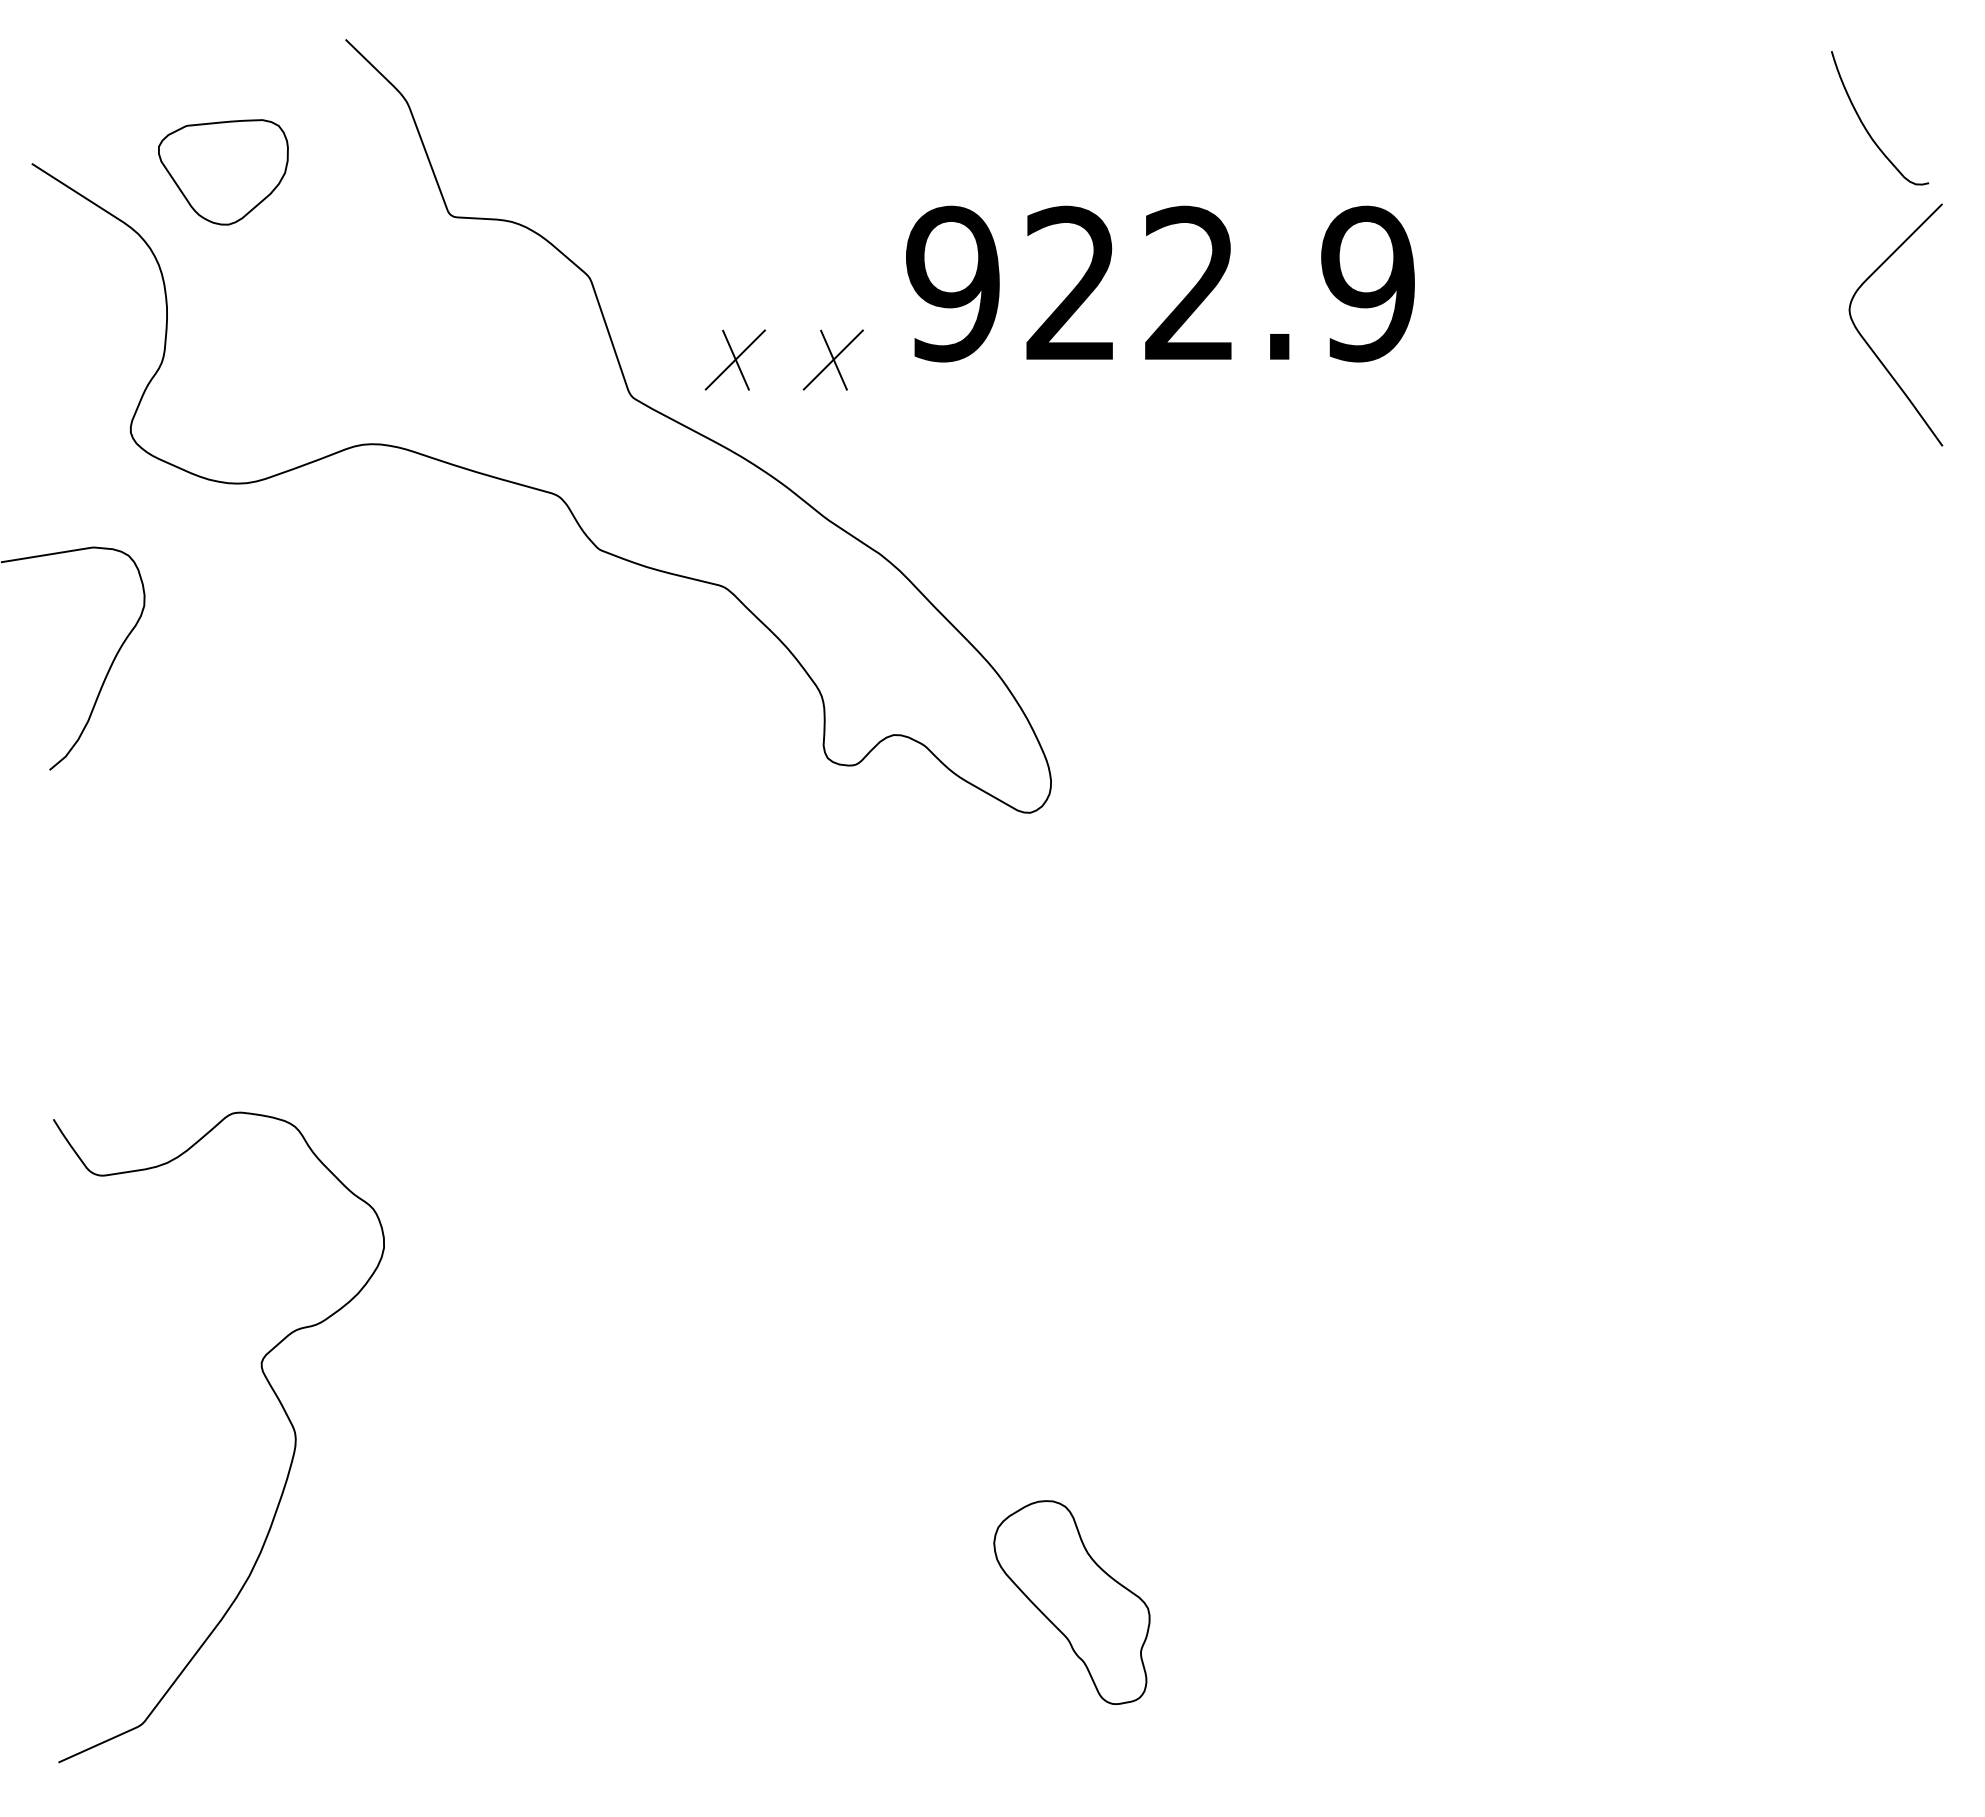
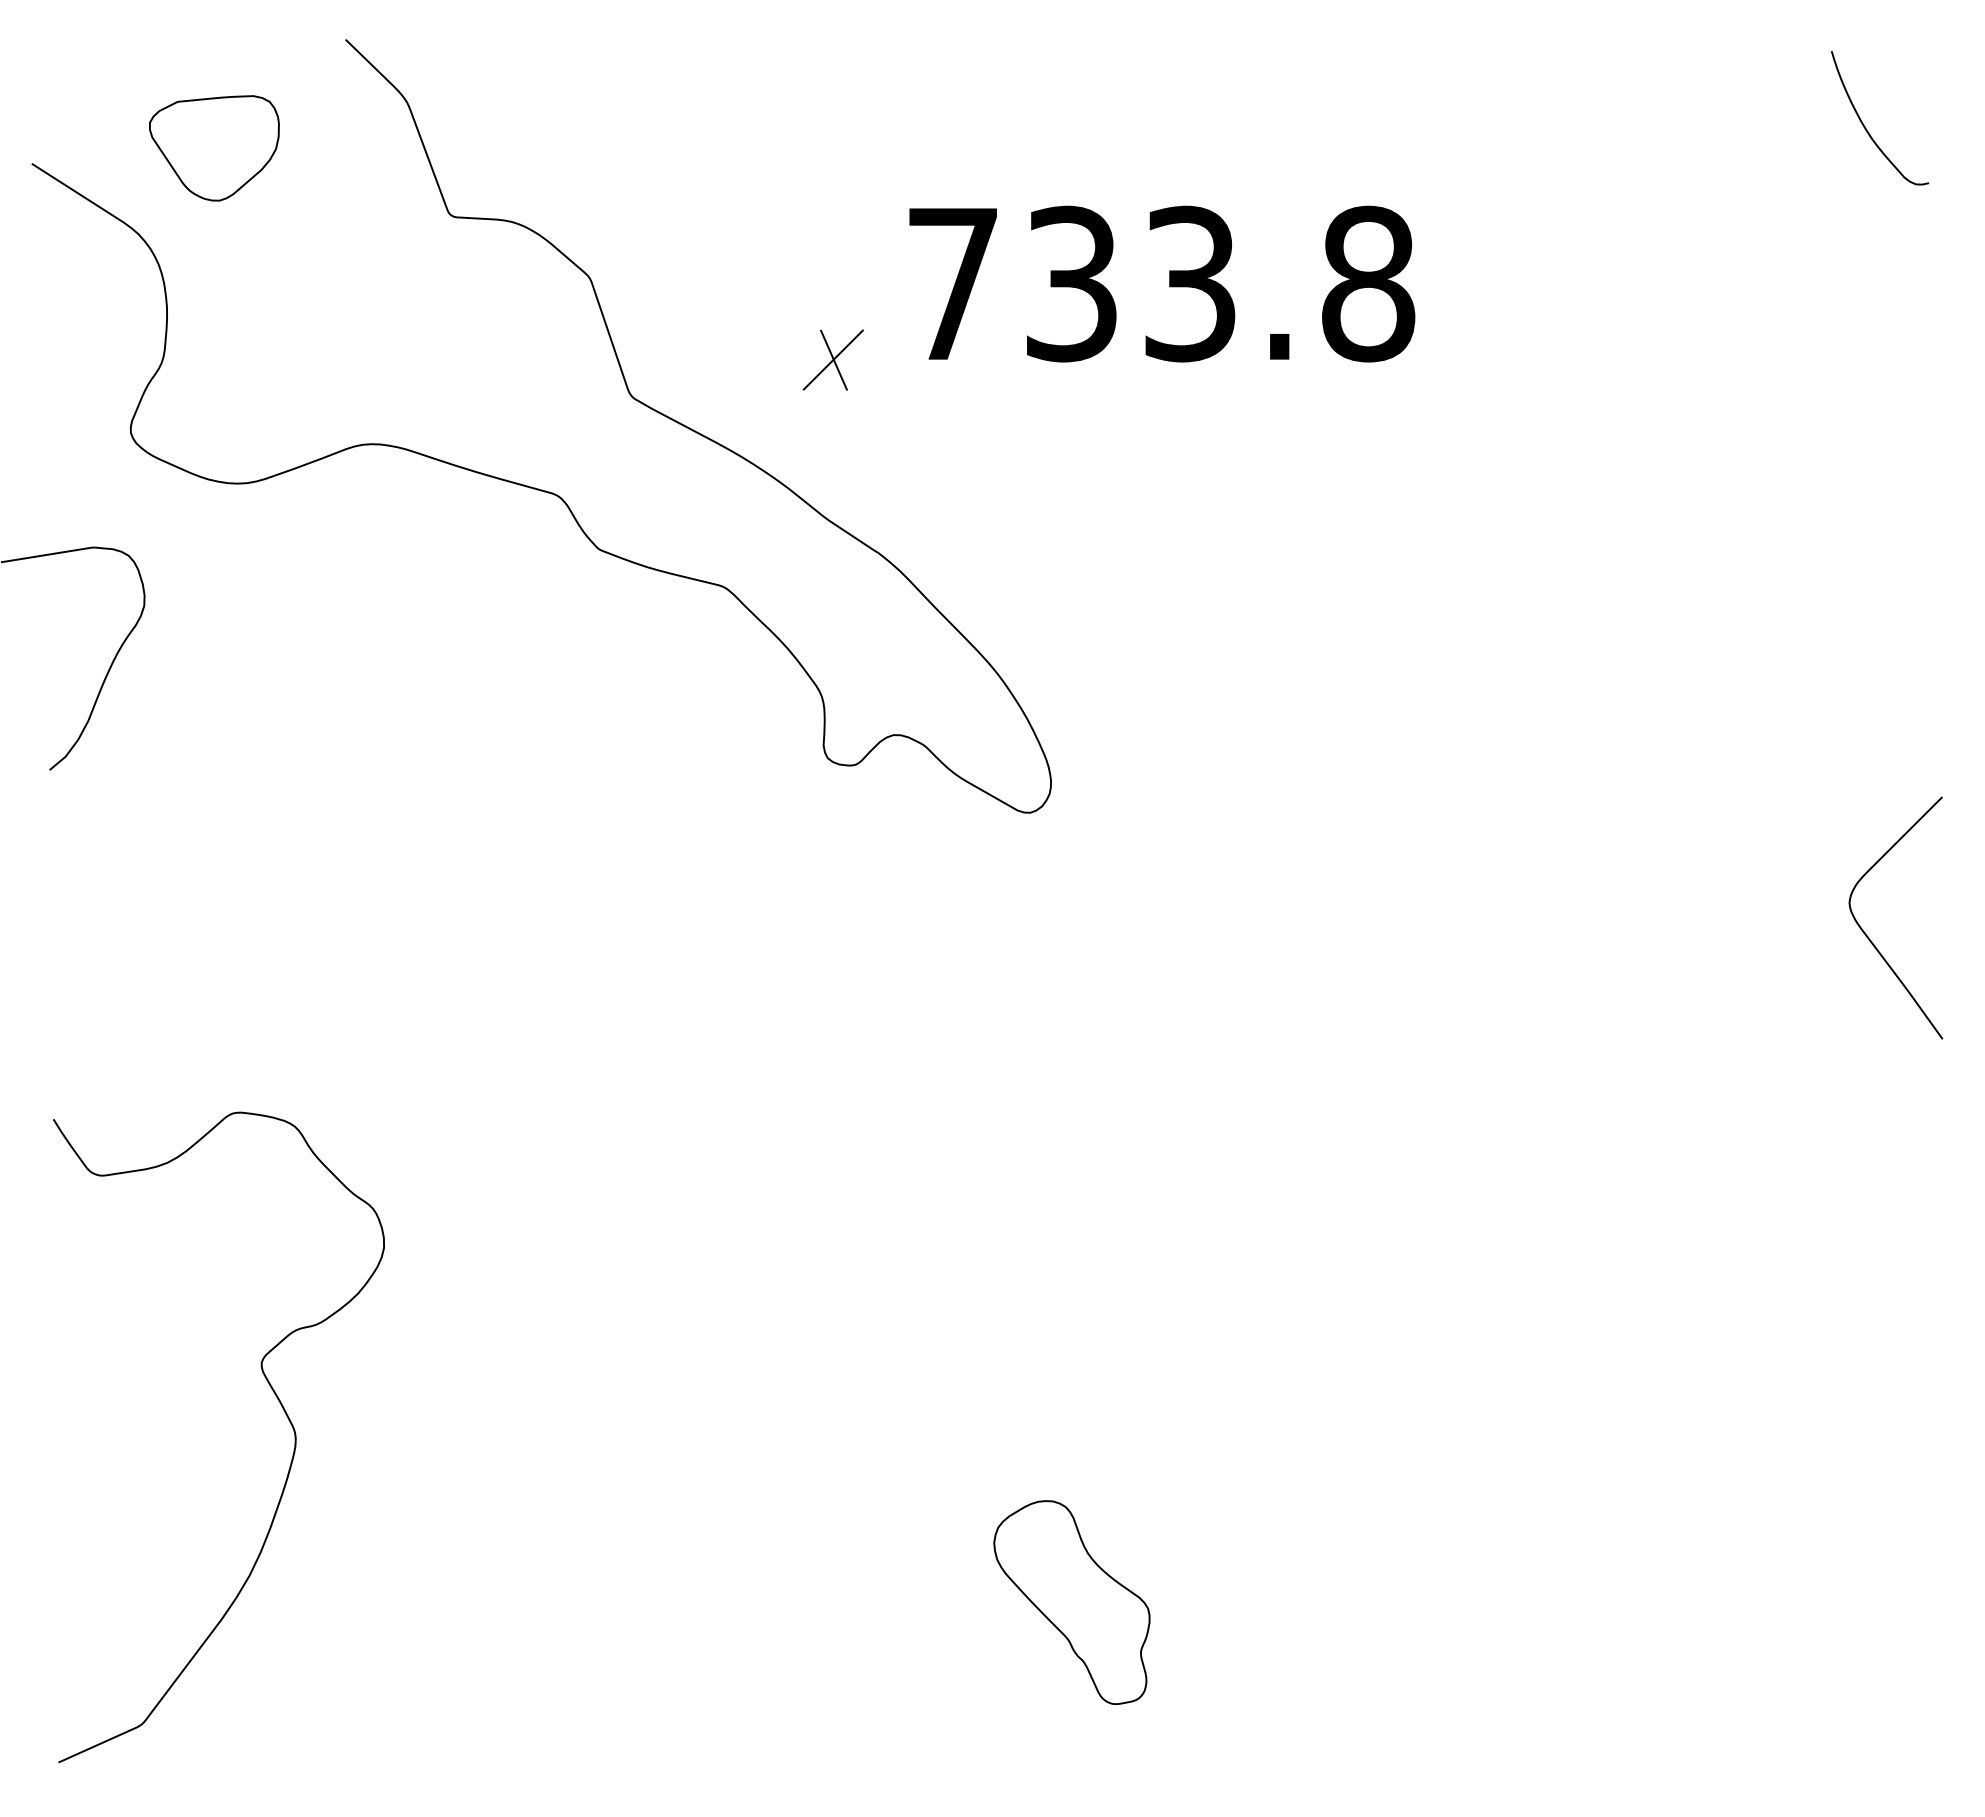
part at (223, 172) position: (223, 172) -> (214, 148)
text at (1160, 283): 922.9 -> 733.8
curve at (1868, 343) position: (1868, 343) -> (1868, 936)
part at (734, 359): present -> none
